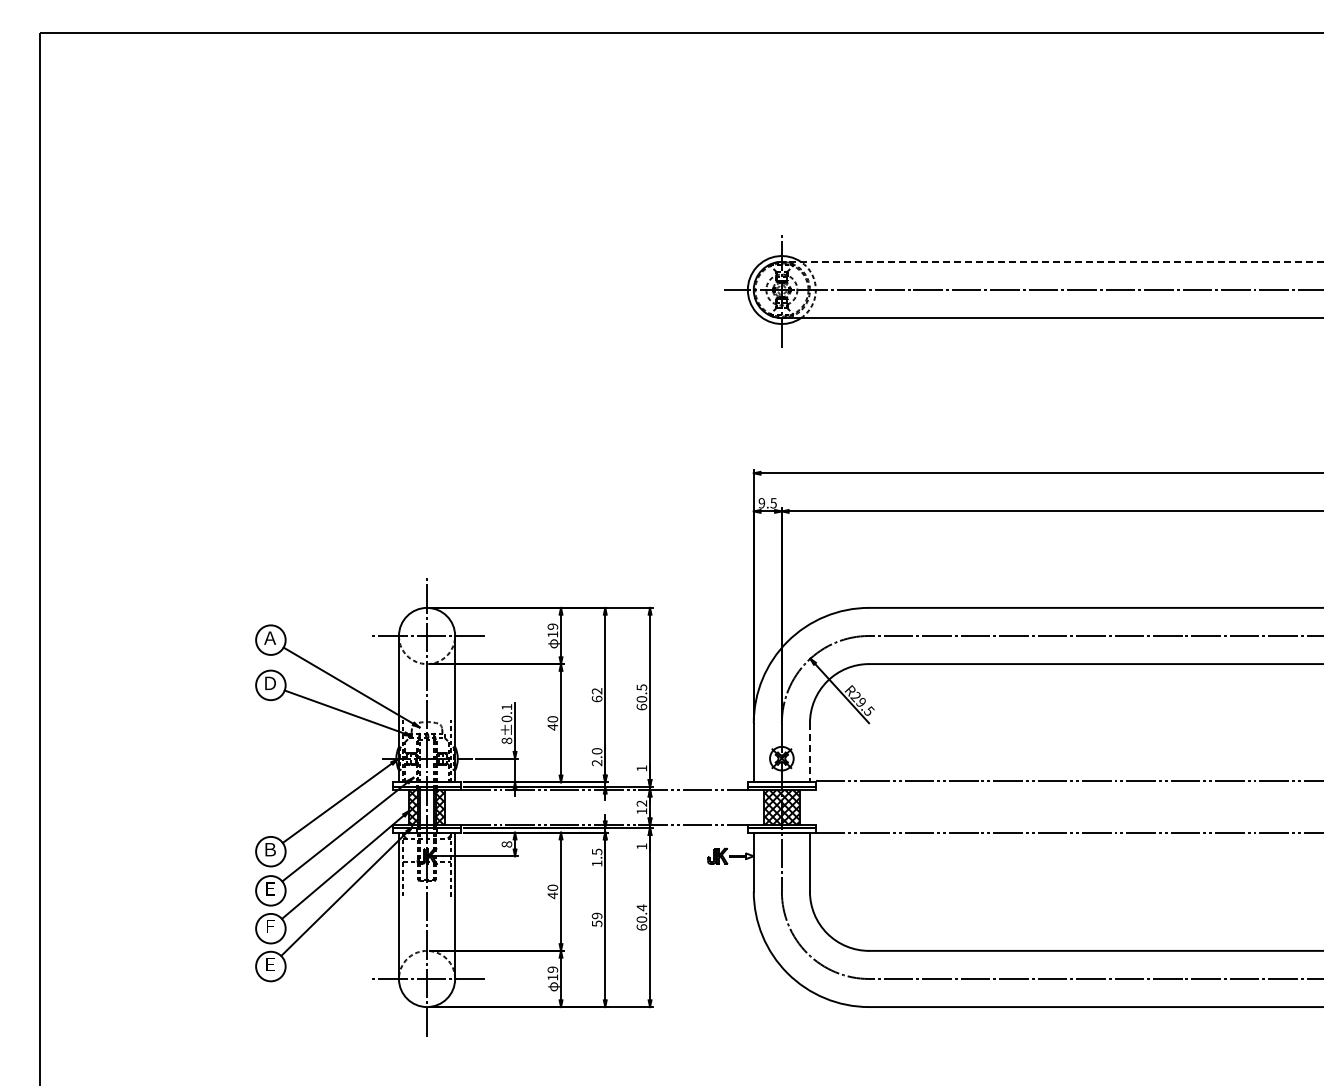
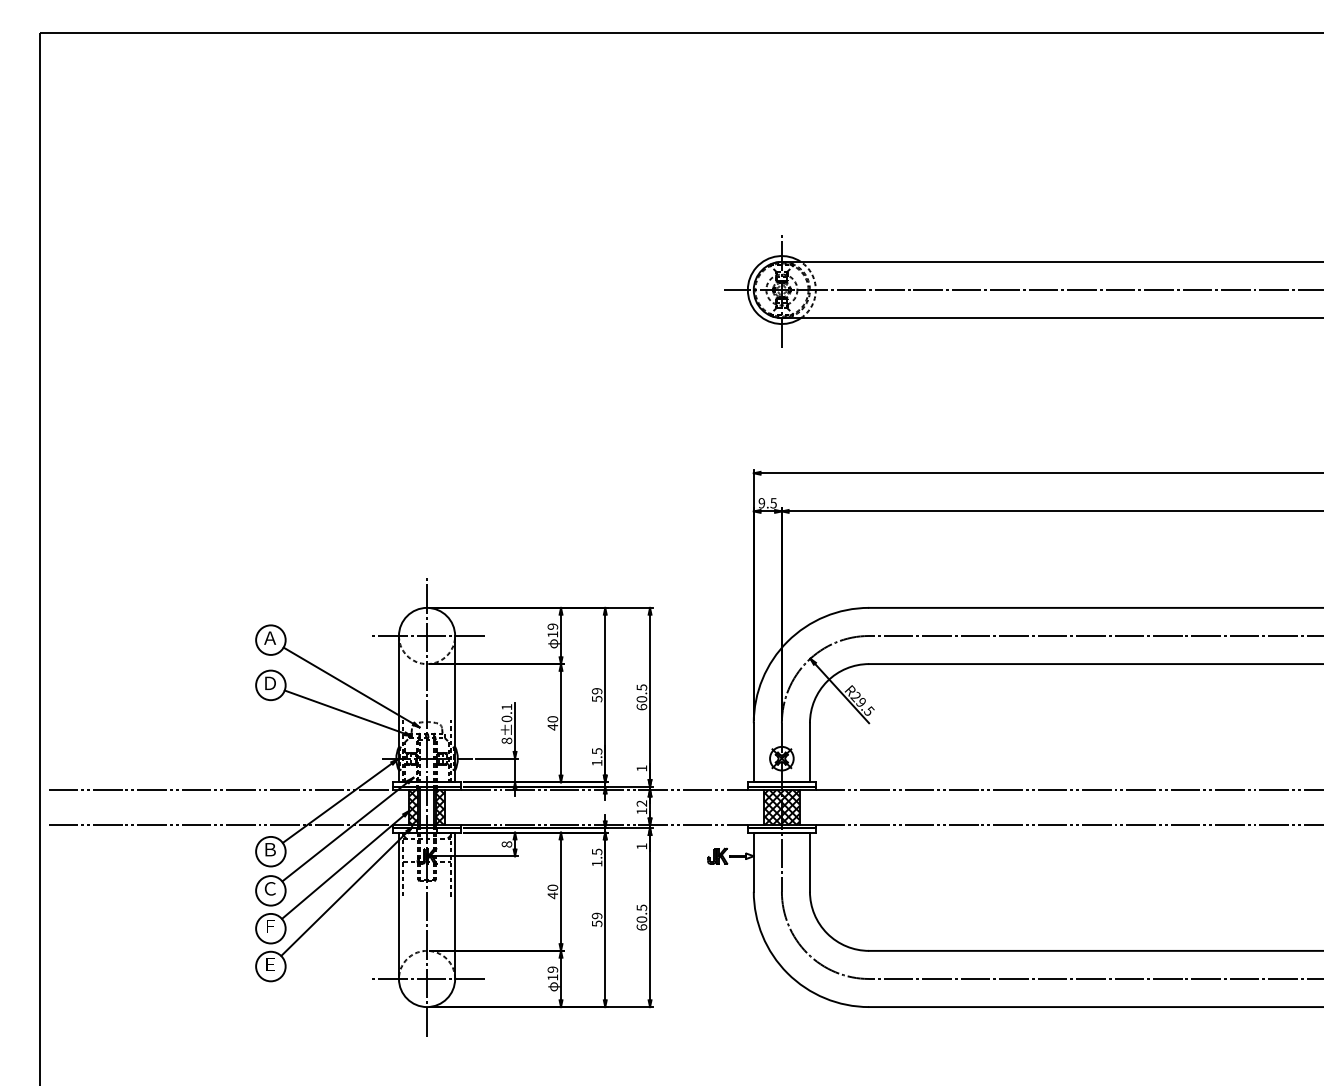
line at (1052, 261): dashed -> solid
text at (596, 695): 62 -> 59
line at (809, 752): dashed -> solid
text at (596, 757): 2.0 -> 1.5
line at (1067, 780) position: (1067, 780) -> (1067, 789)
line at (220, 789): none -> present
line at (220, 825): none -> present
line at (1067, 833) position: (1067, 833) -> (1067, 825)
text at (269, 888): Ｅ -> Ｃ
text at (641, 907): 60.4 -> 60.5
